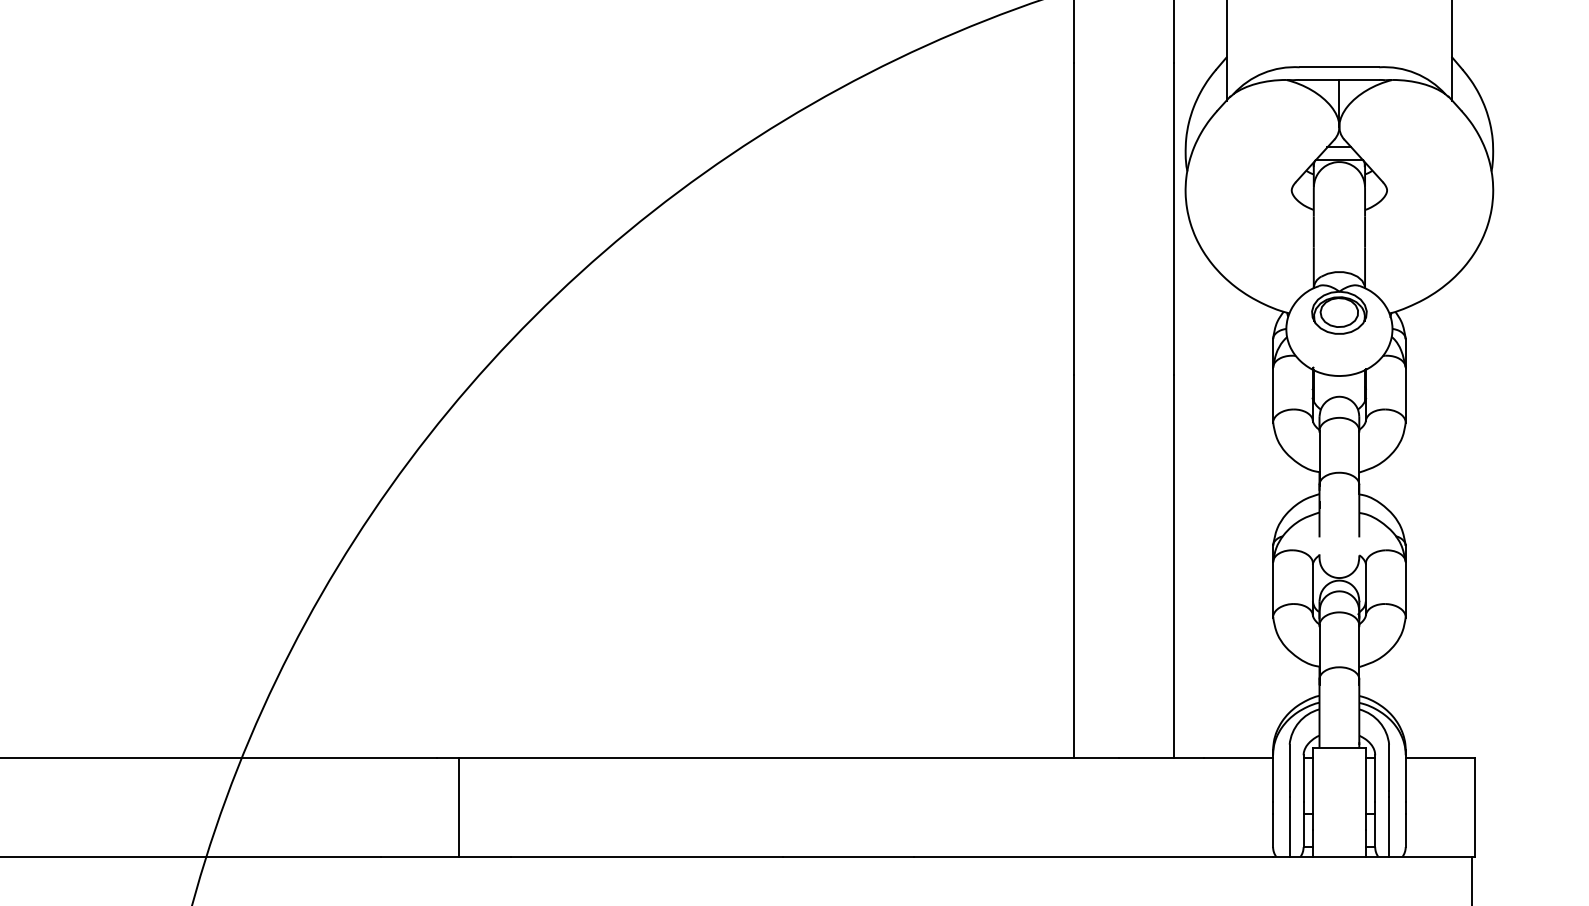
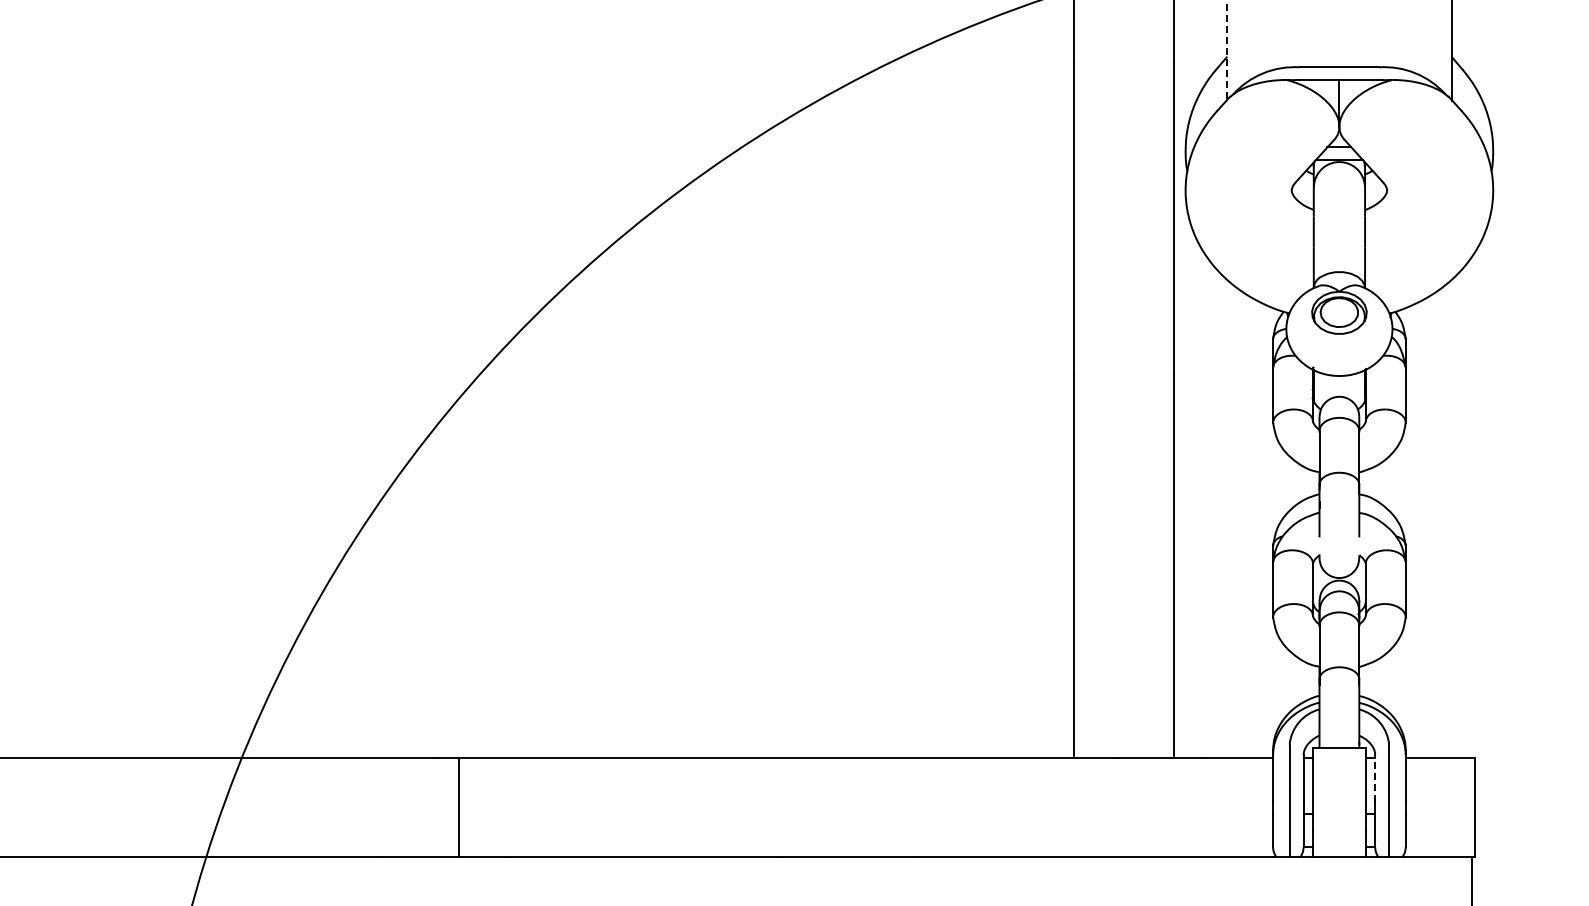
line at (1226, 50): solid -> dashed
line at (1375, 777): solid -> dashed
